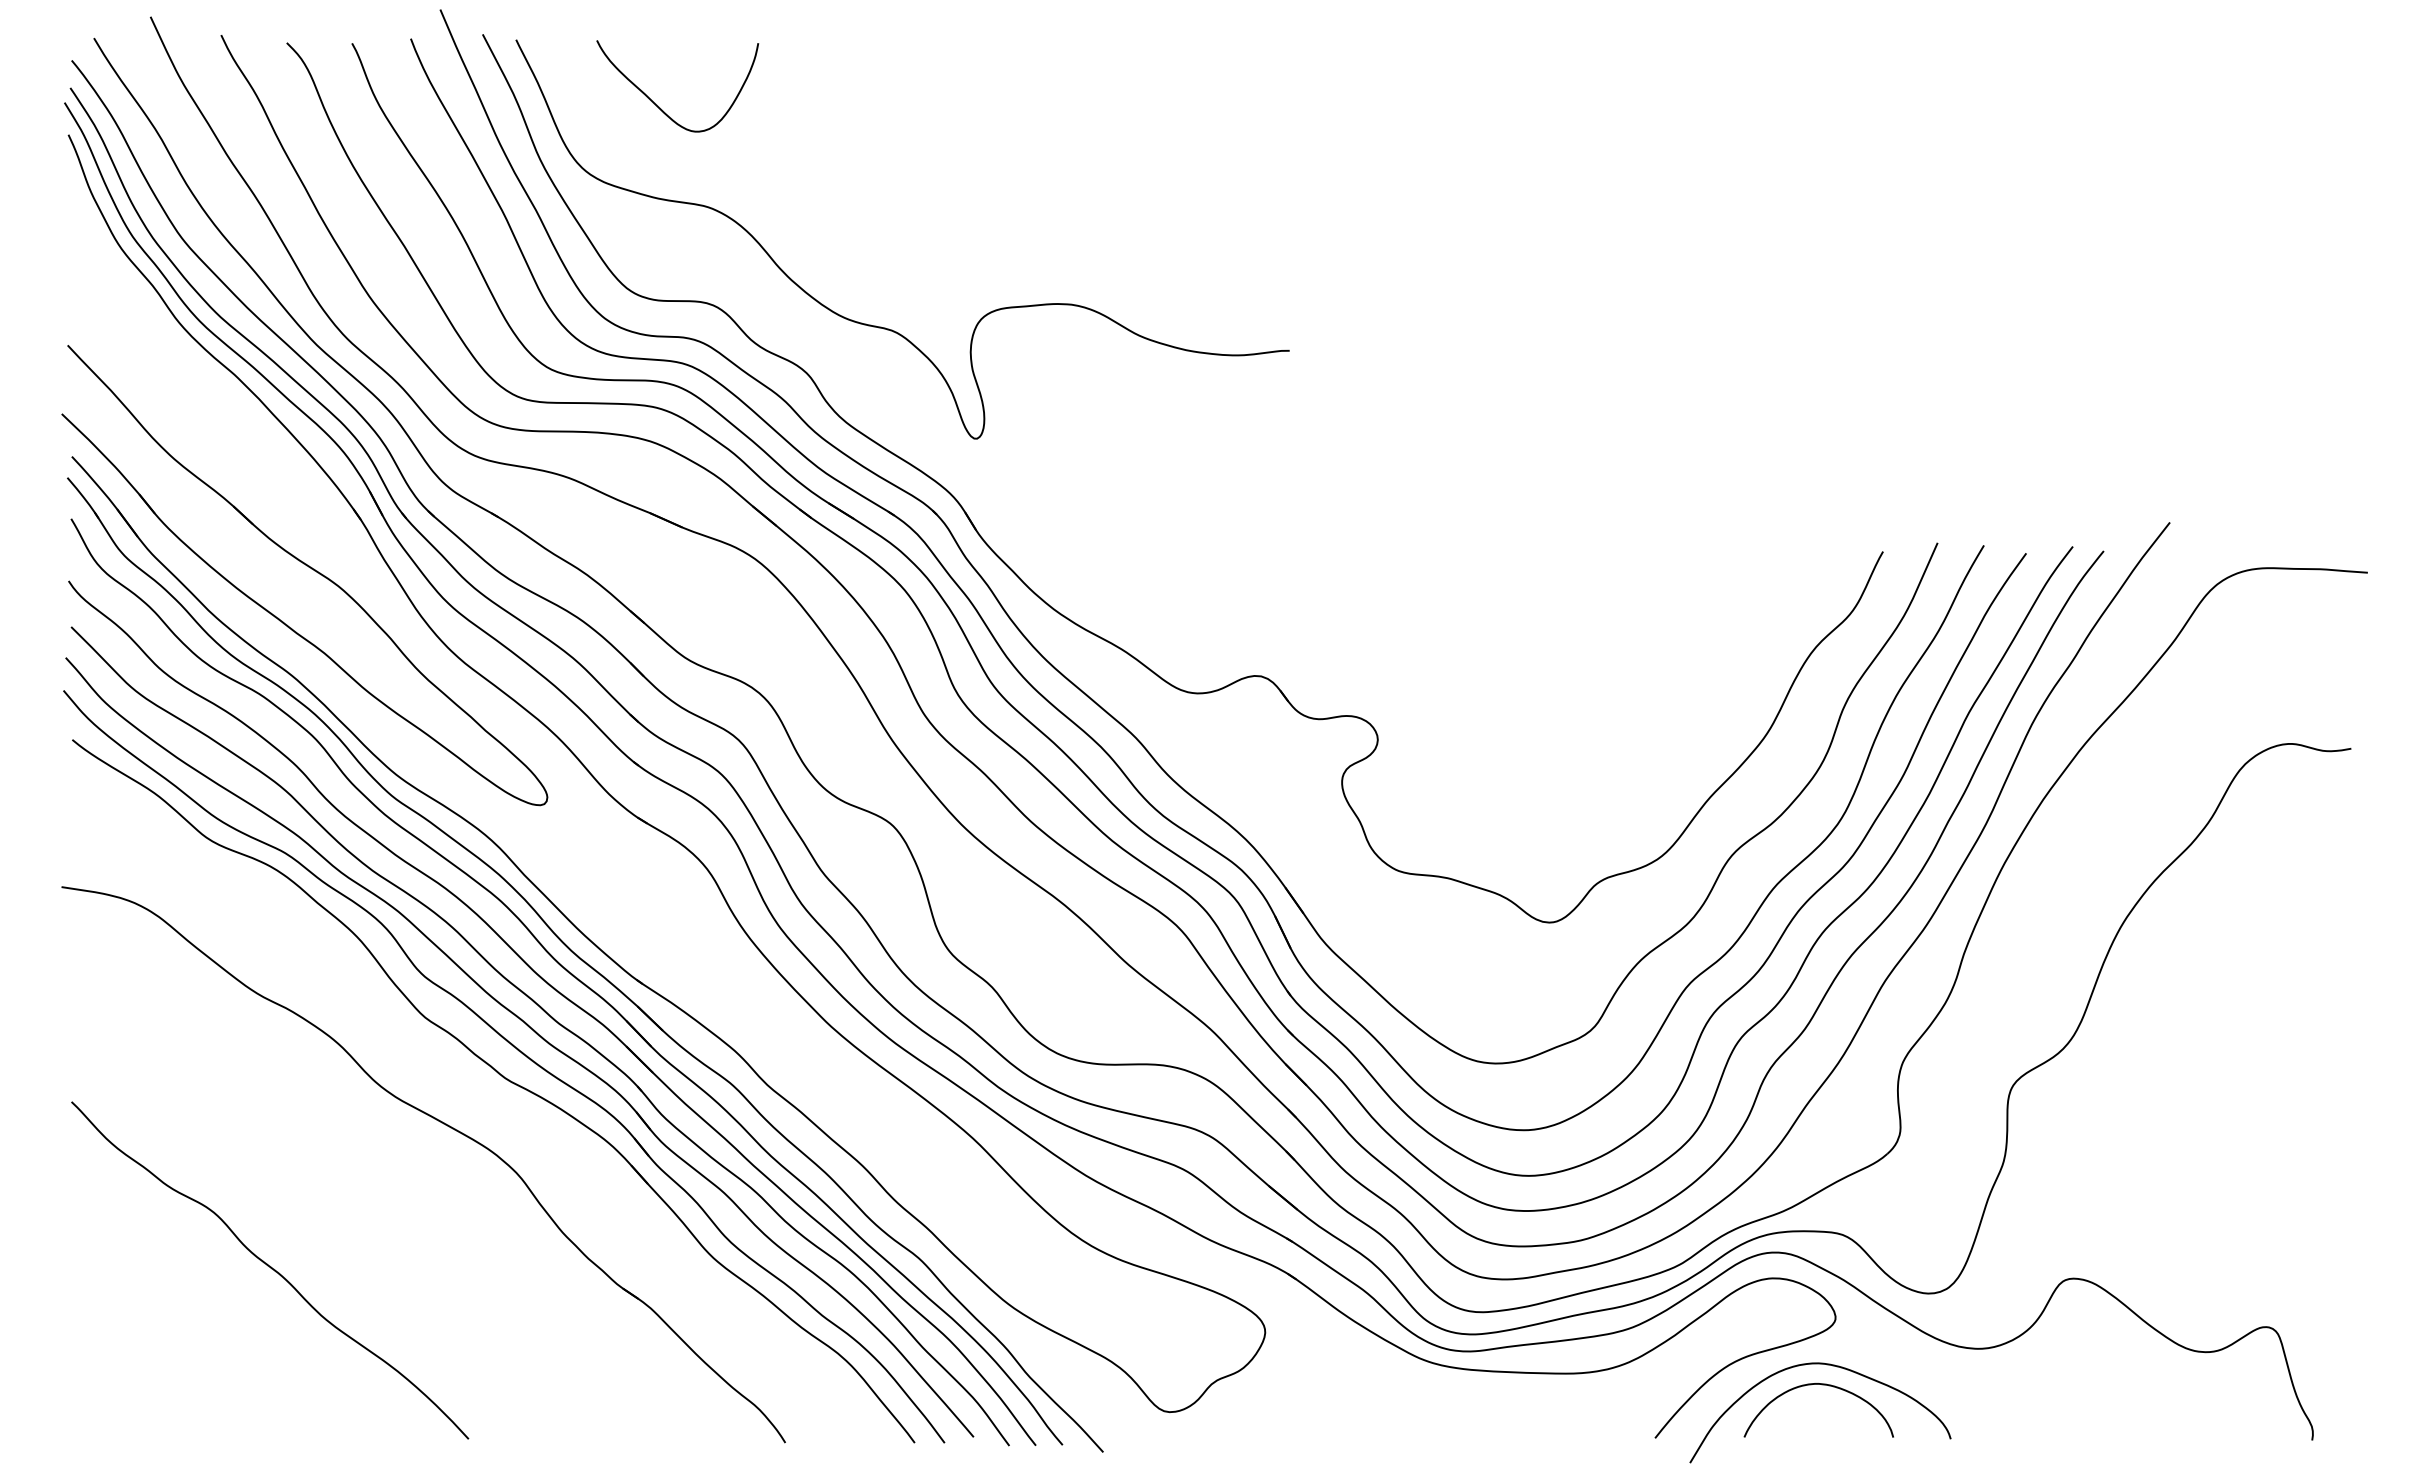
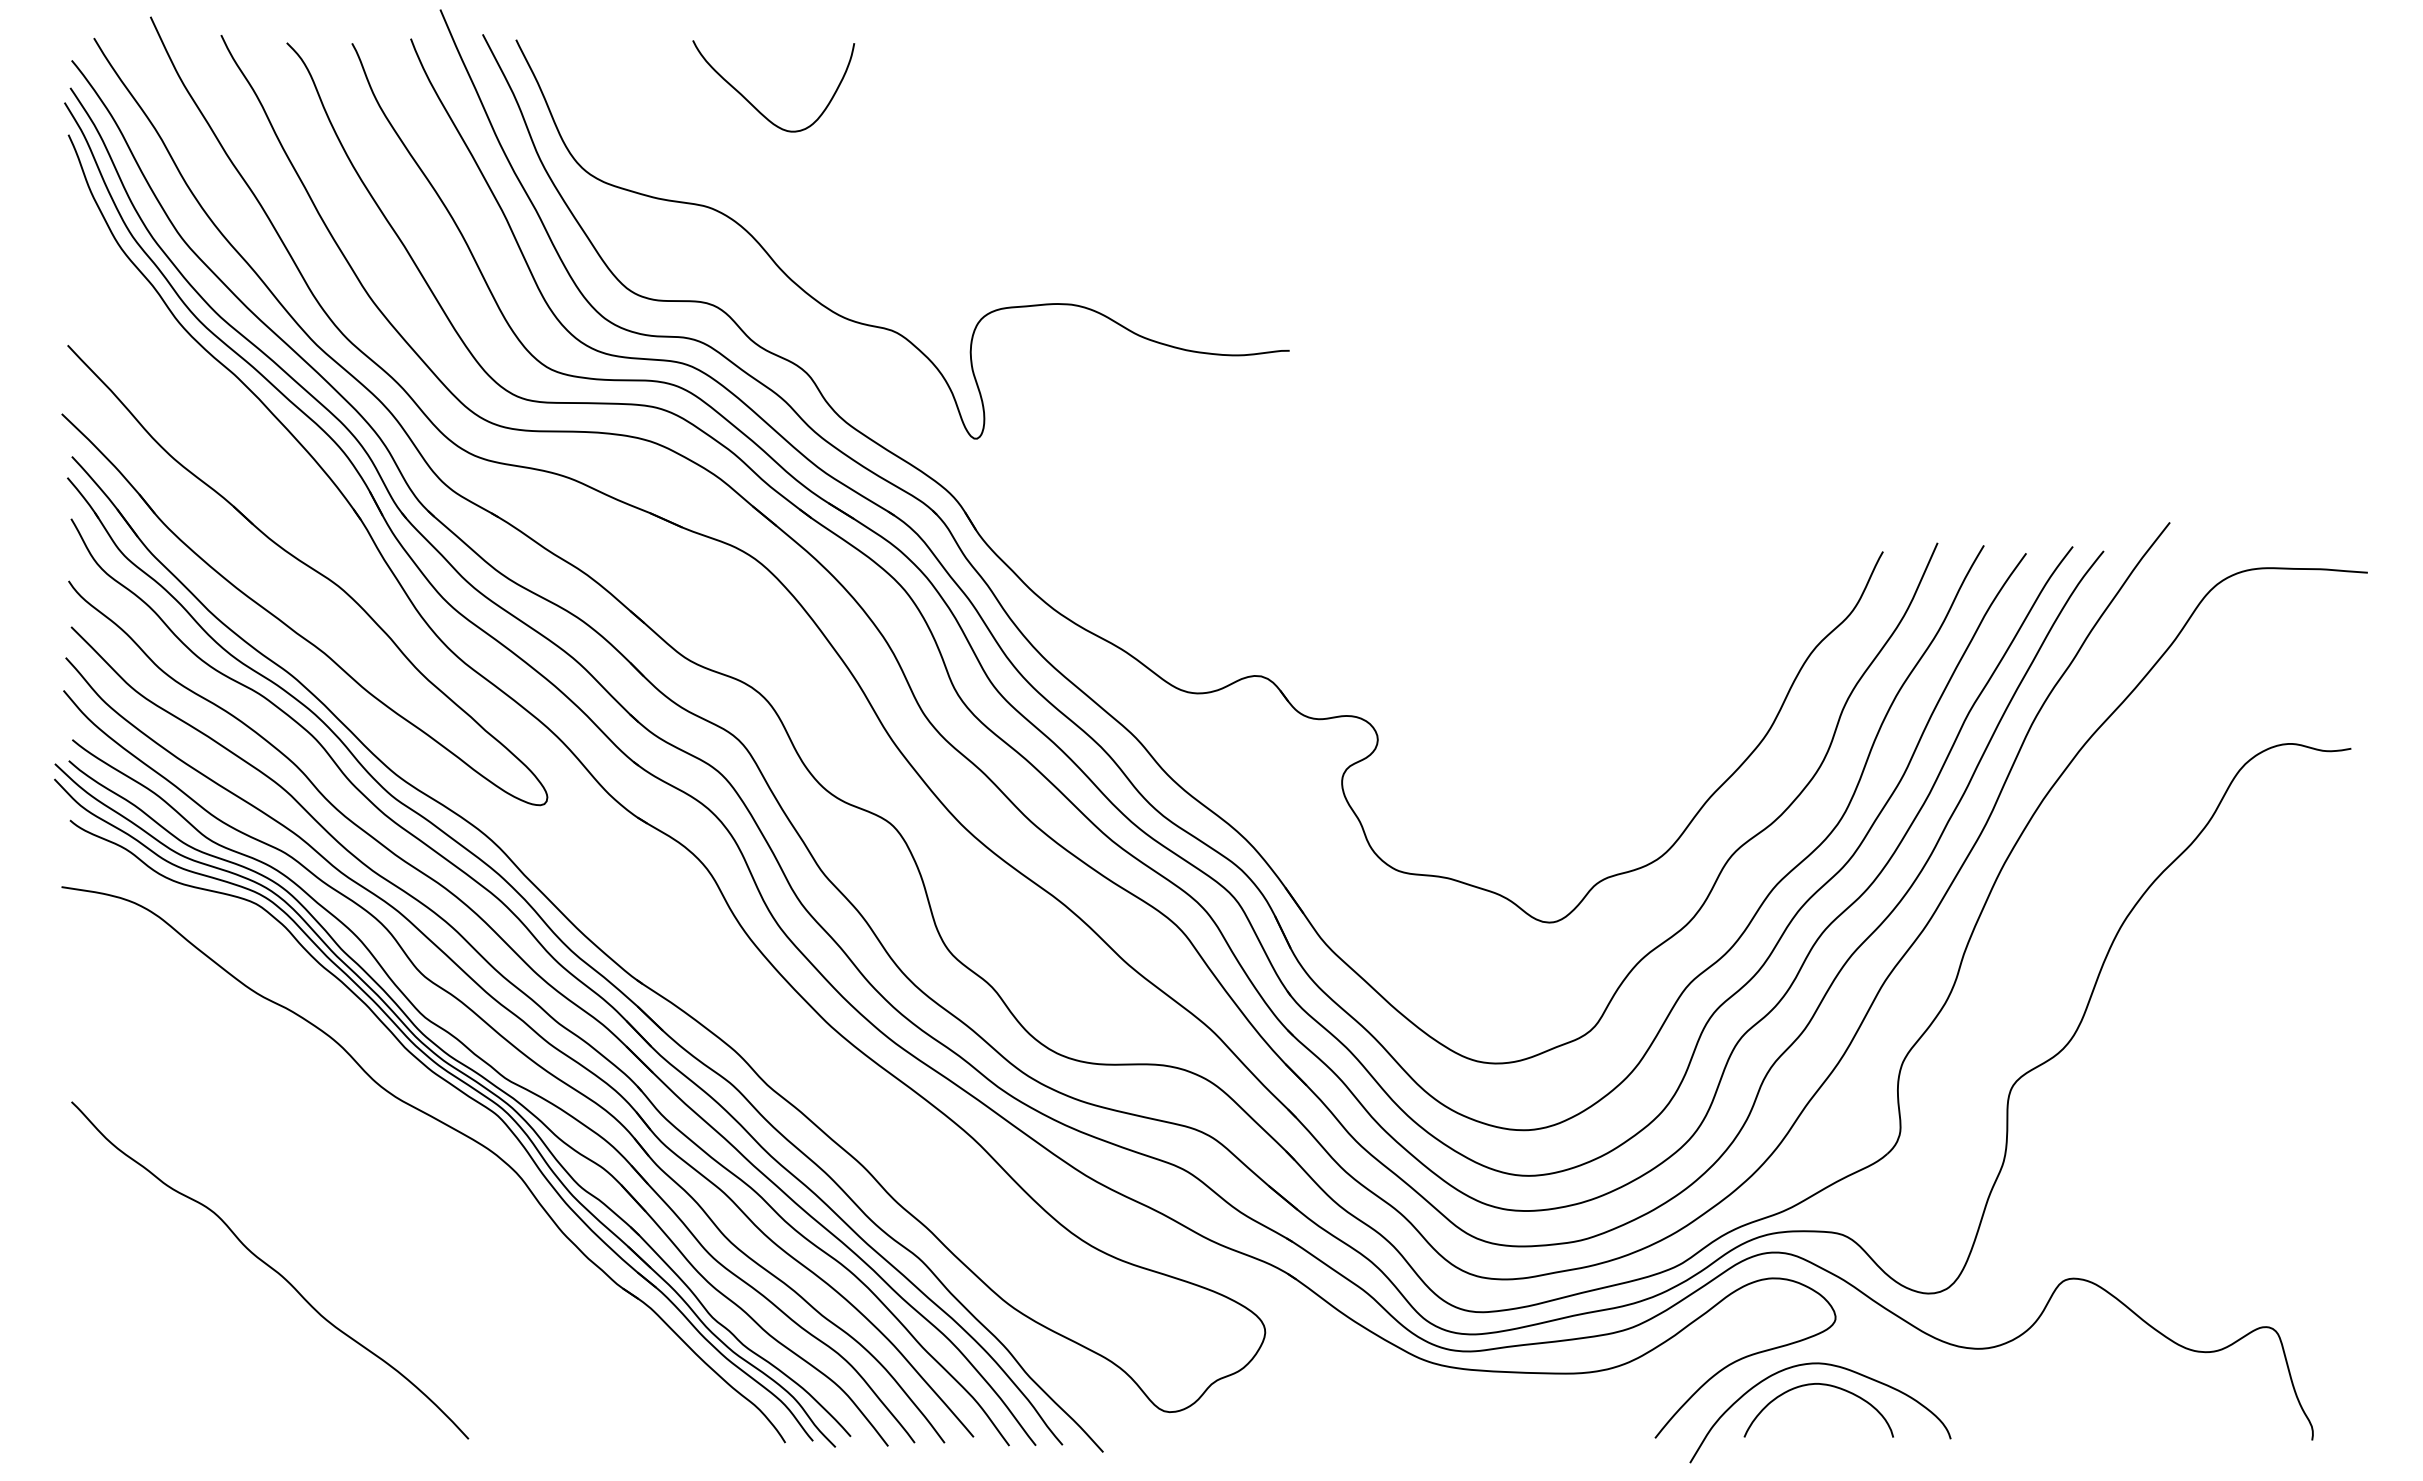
curve at (659, 106) position: (659, 106) -> (755, 106)
part at (471, 1103): none -> present
